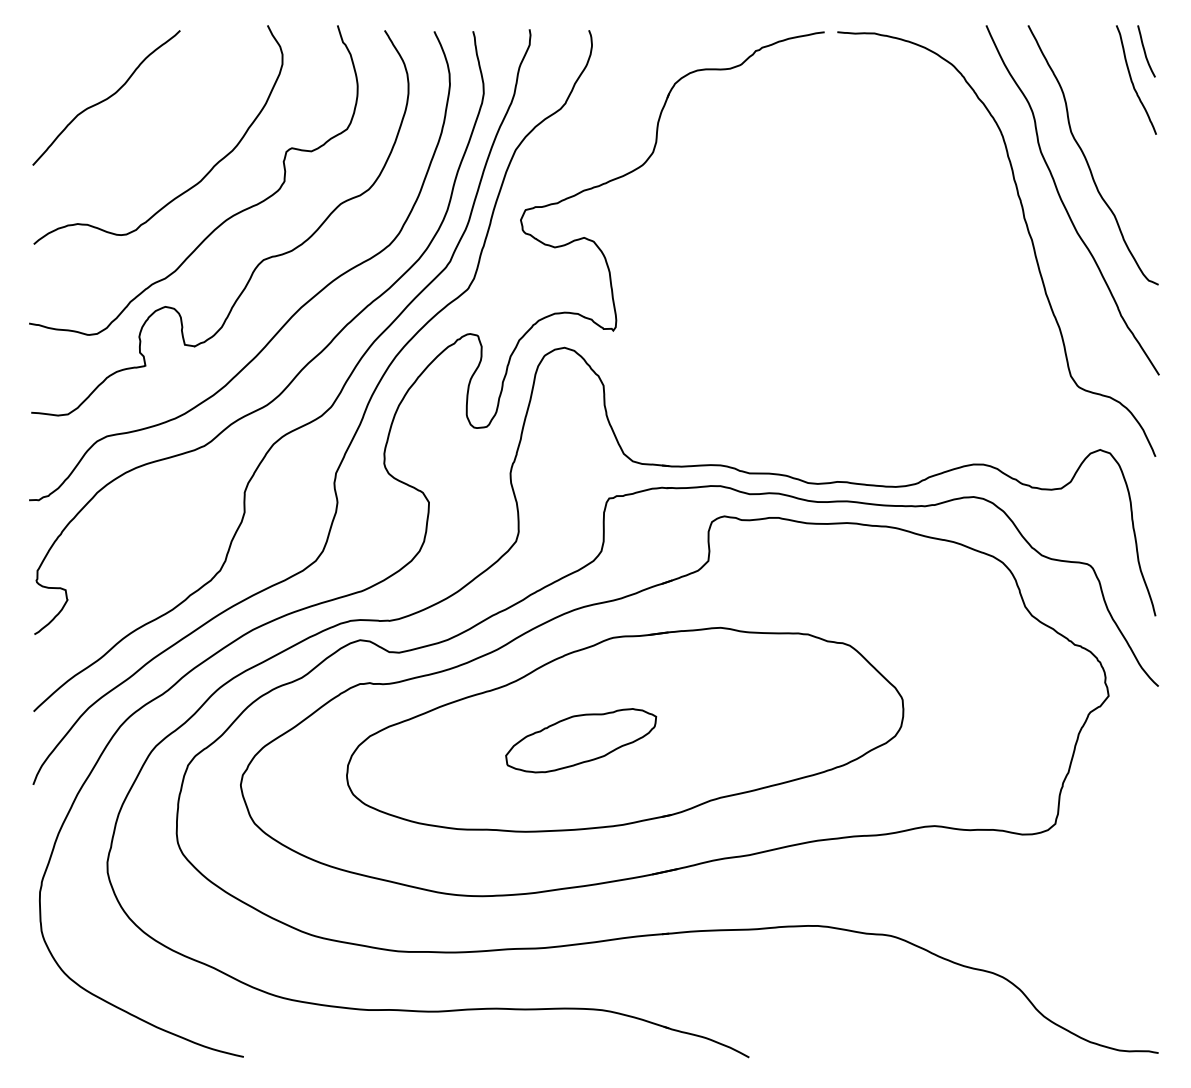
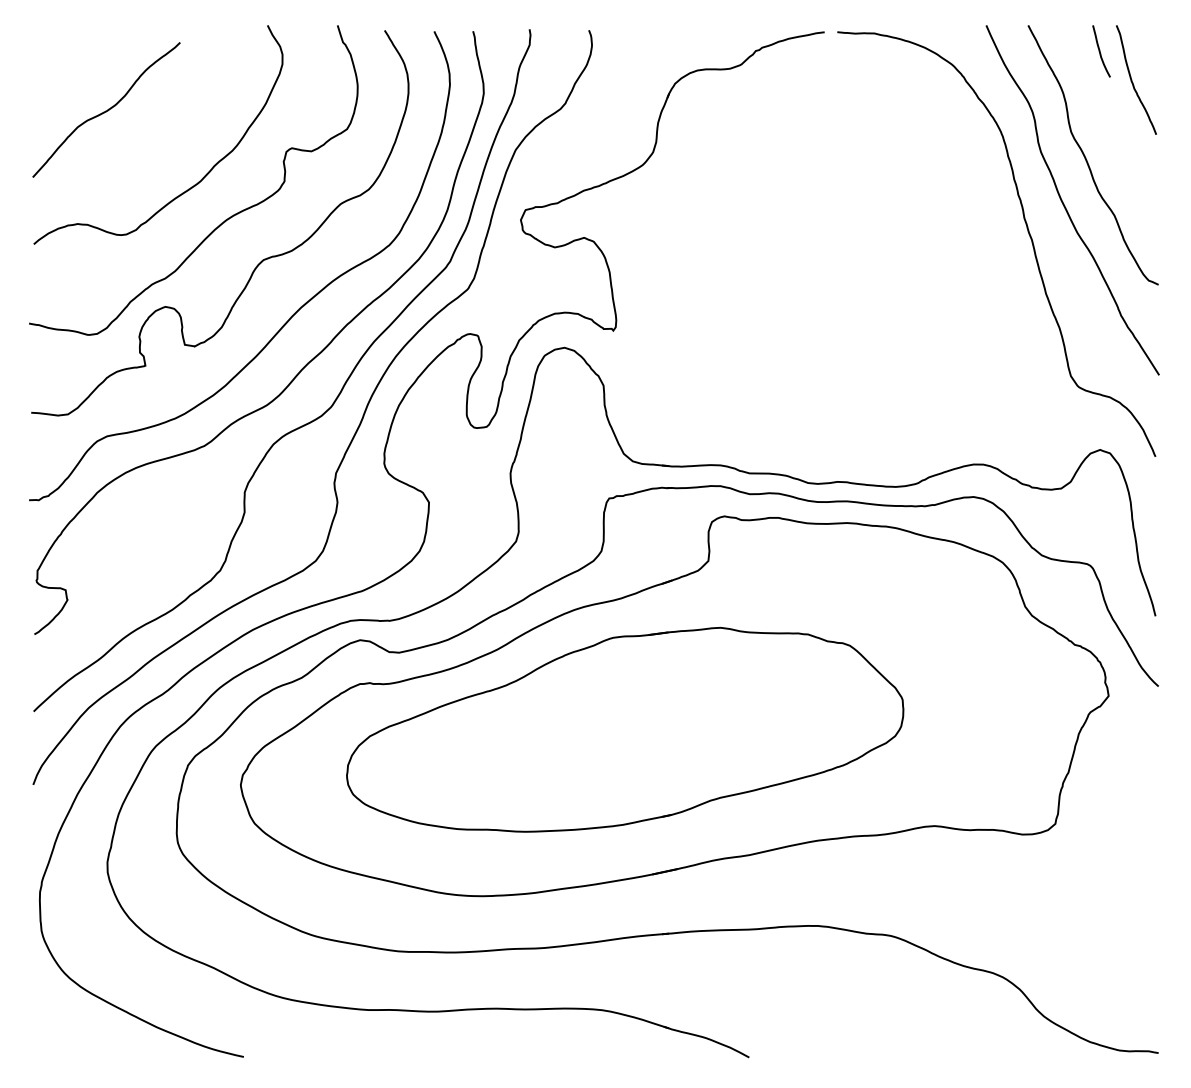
curve at (1145, 51) position: (1145, 51) -> (1100, 51)
curve at (107, 97) position: (107, 97) -> (107, 109)
part at (581, 740): present -> none
